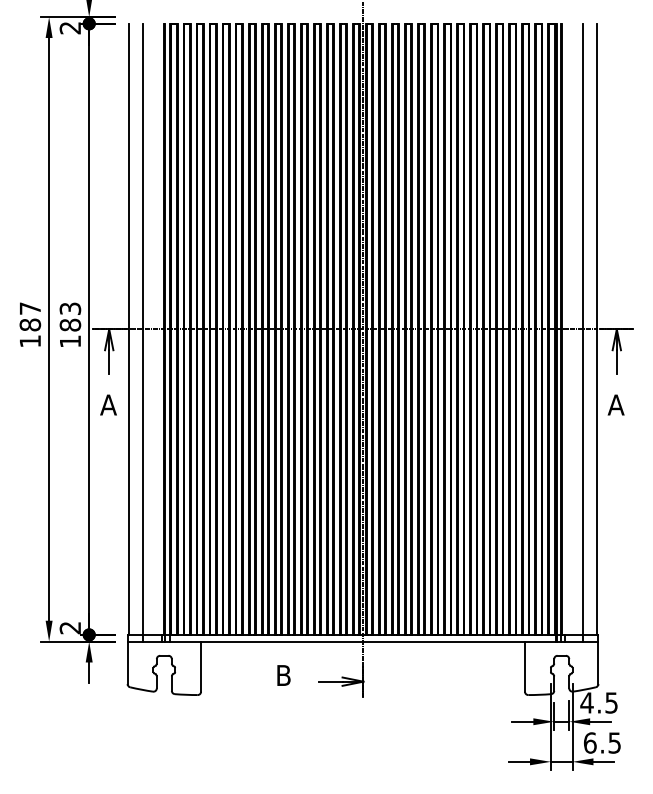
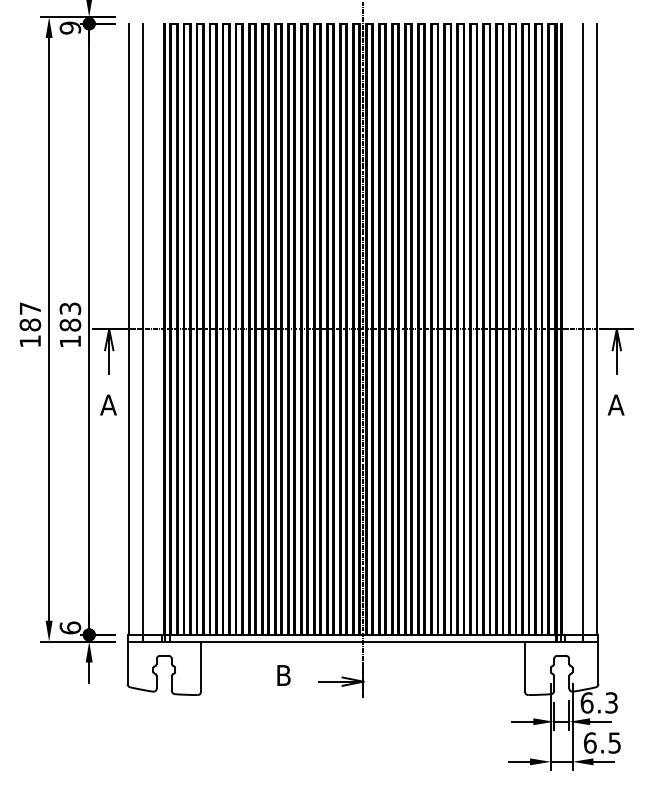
text at (70, 27): 2 -> 9
text at (70, 627): 2 -> 6
text at (598, 702): 4.5 -> 6.3
